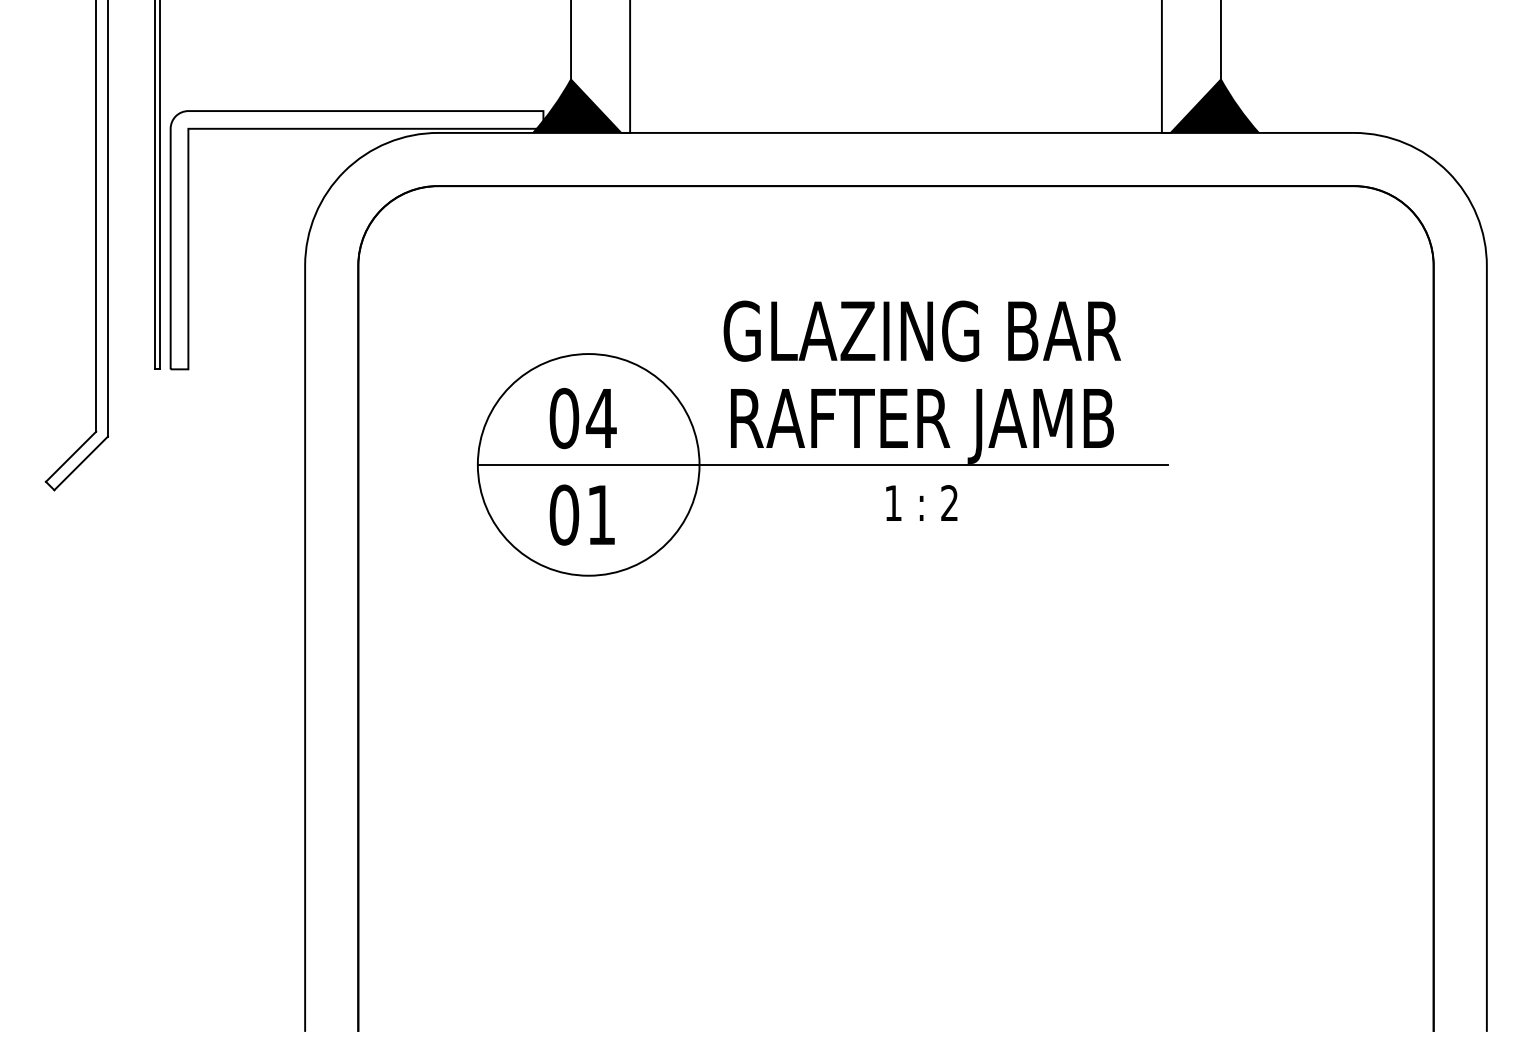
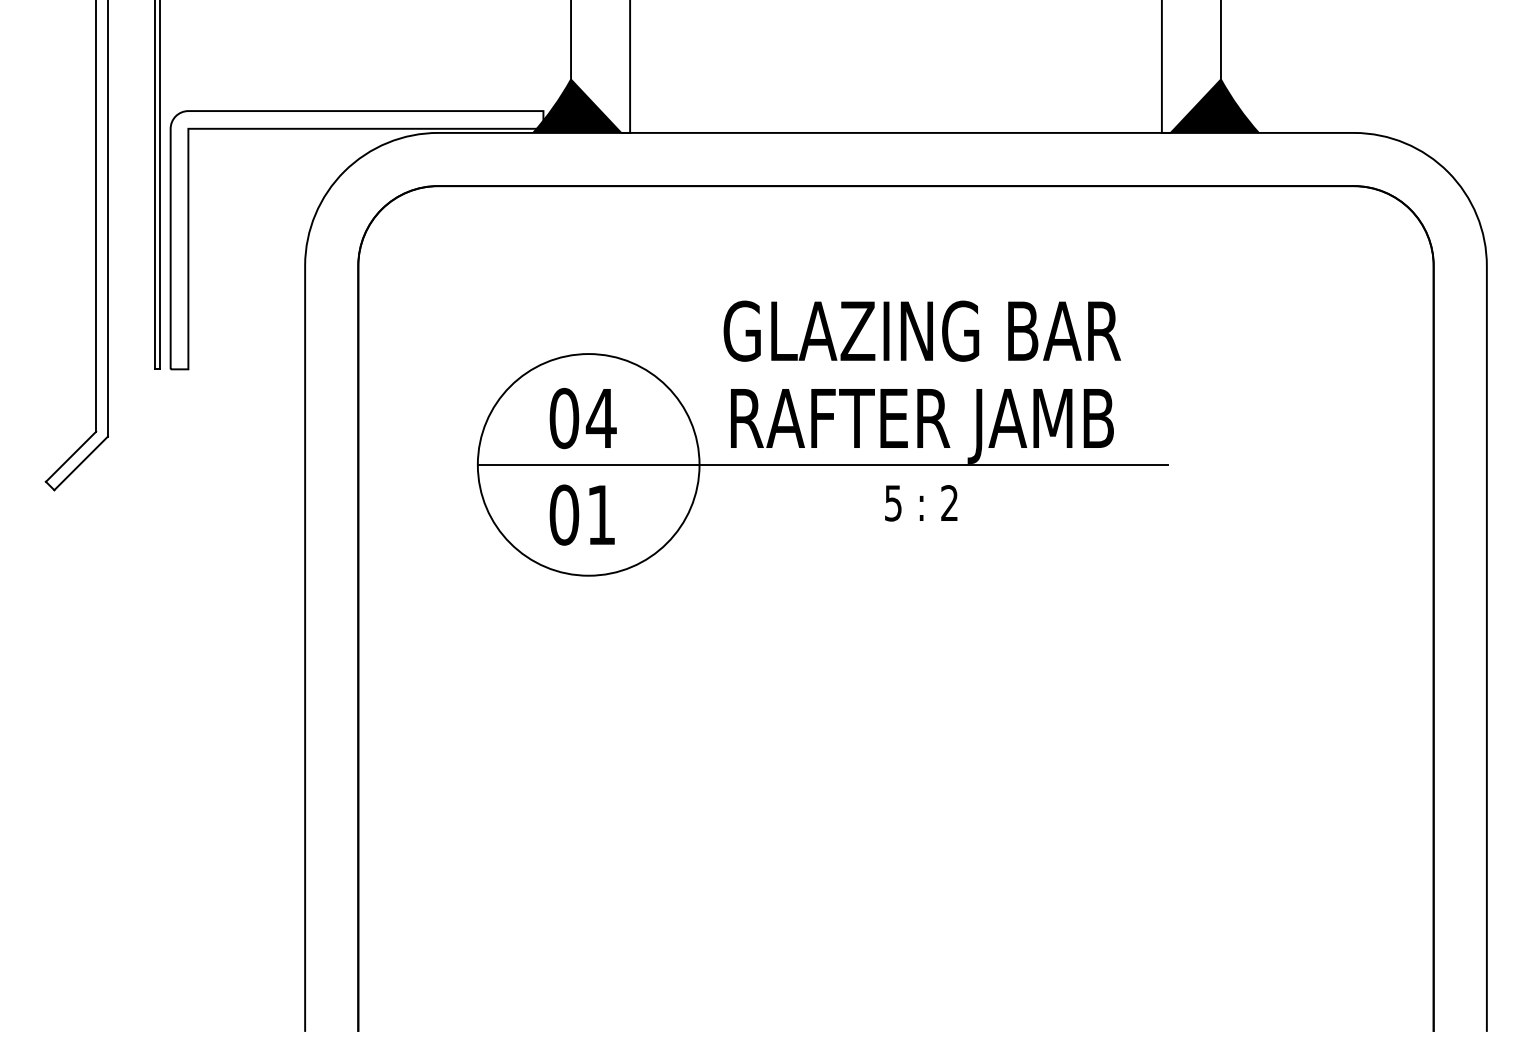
text at (893, 503): 1 -> 5
